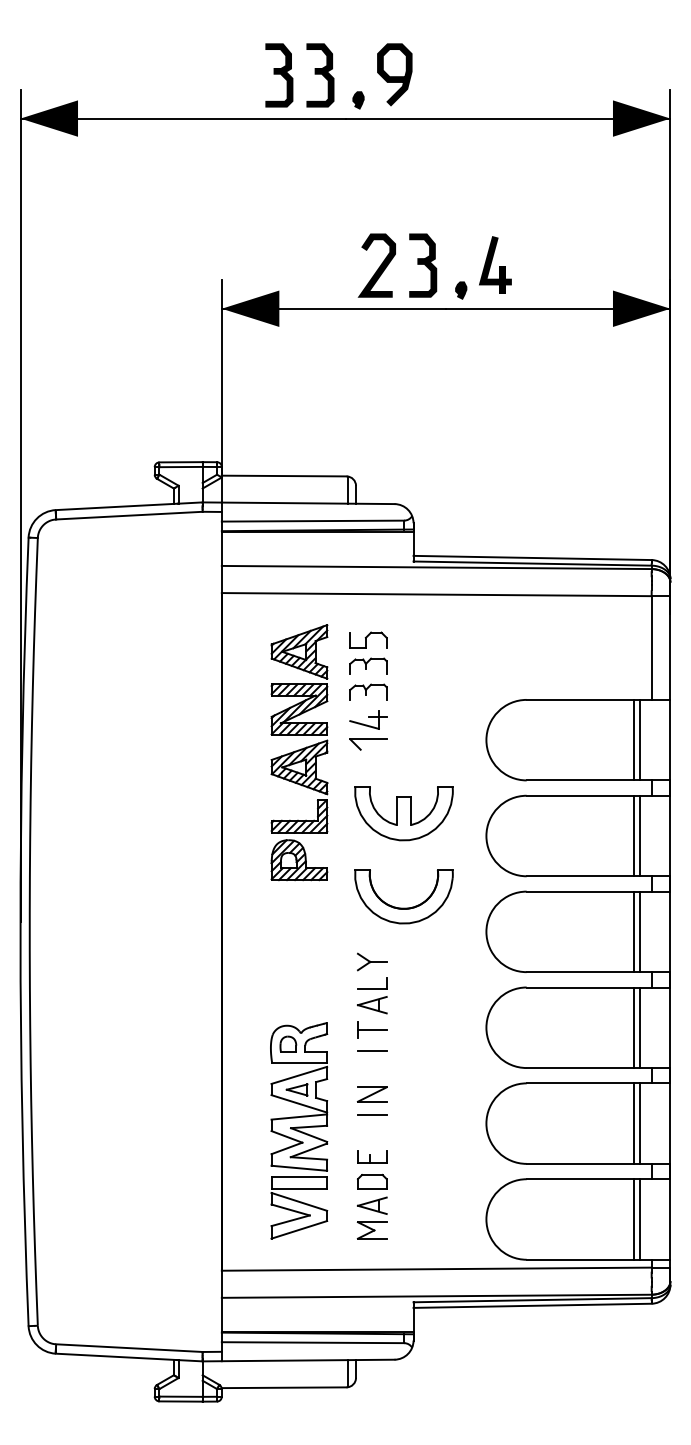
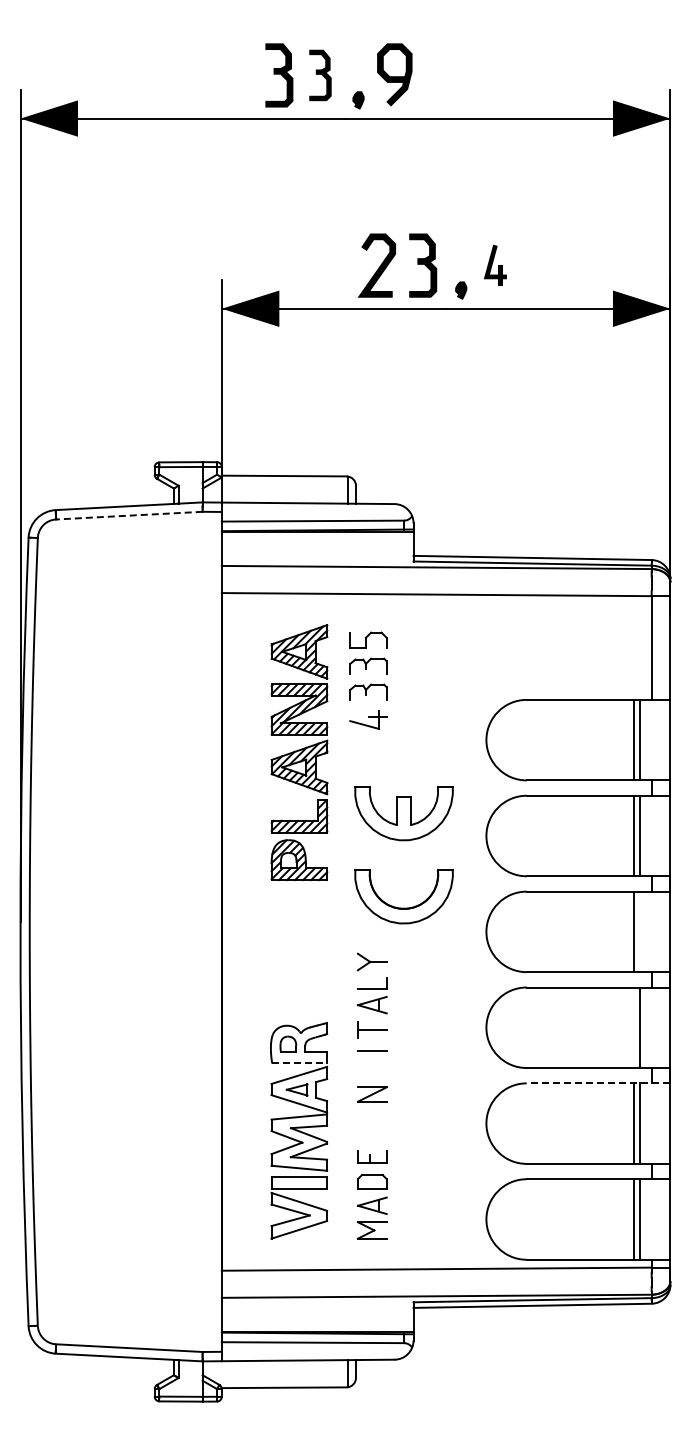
part at (320, 75) size: 29x65 px -> 23x53 px
part at (495, 264) size: 33x58 px -> 23x42 px
line at (128, 515): solid -> dashed
part at (368, 744): present -> none
line at (639, 931): present -> none
line at (634, 1027): present -> none
line at (300, 1063): solid -> dashed
line at (598, 1083): solid -> dashed
line at (371, 1114): present -> none
